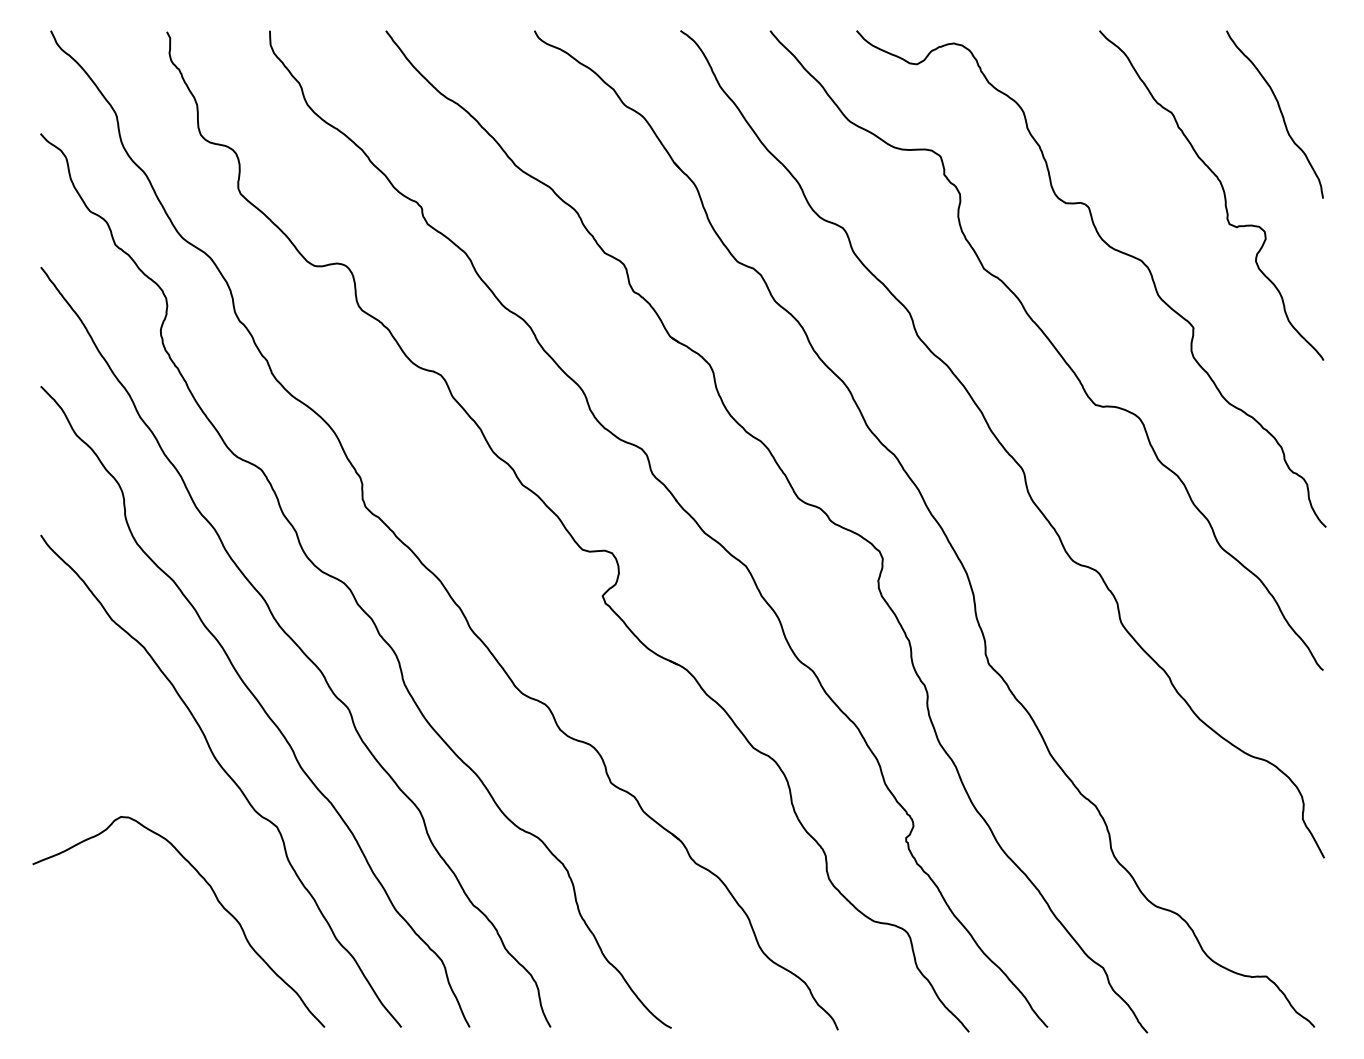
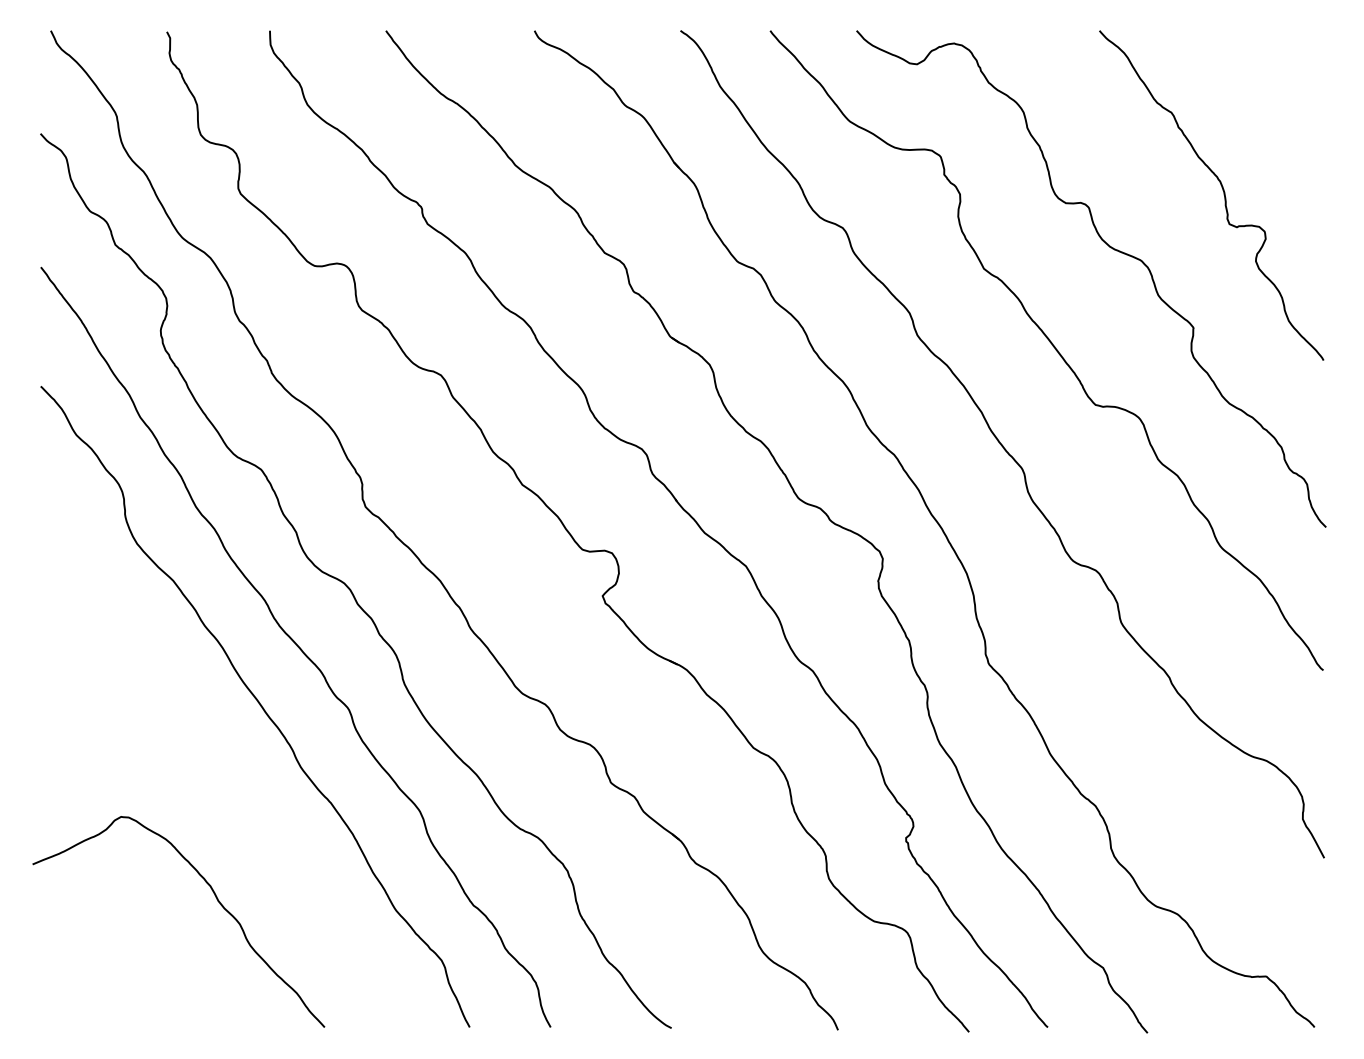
curve at (1280, 113): present -> none
curve at (226, 774): present -> none
